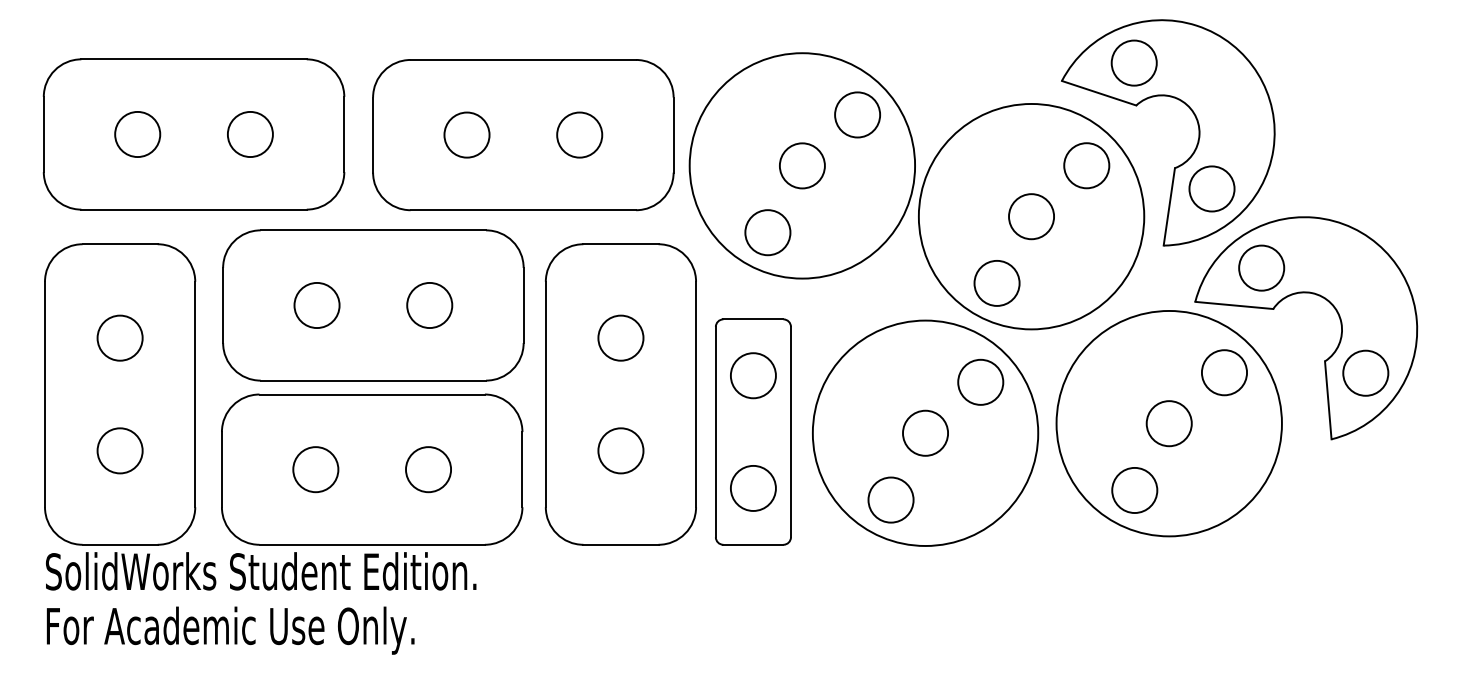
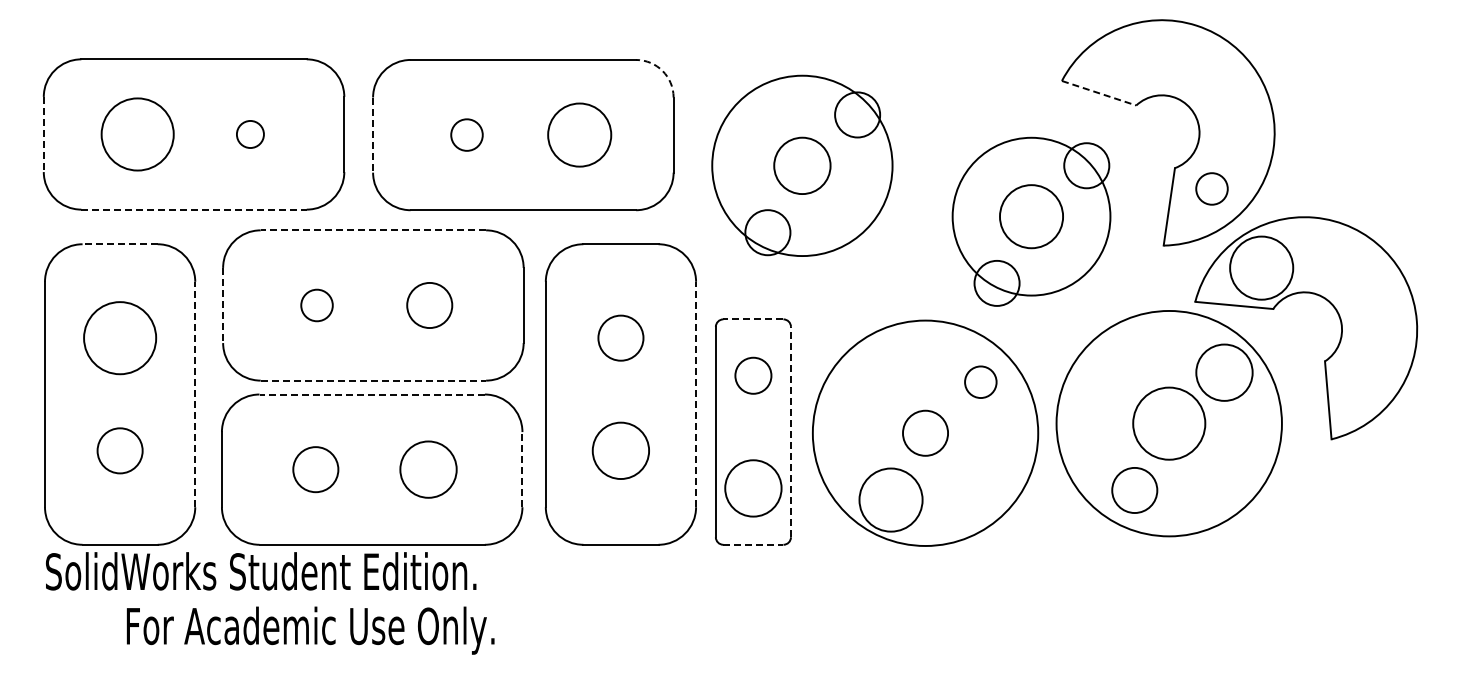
circle at (1133, 62): present -> none
arc at (662, 70): solid -> dashed
line at (1099, 93): solid -> dashed
line at (43, 134): solid -> dashed
circle at (137, 134) diameter: 45 px -> 72 px
circle at (250, 134) size: 47x47 px -> 29x29 px
circle at (466, 134) diameter: 45 px -> 32 px
circle at (579, 134) diameter: 45 px -> 63 px
line at (373, 135): solid -> dashed
circle at (801, 165) diameter: 45 px -> 56 px
circle at (802, 165) diameter: 225 px -> 180 px
circle at (1211, 188) diameter: 45 px -> 32 px
line at (194, 209): solid -> dashed
circle at (1031, 216) diameter: 225 px -> 158 px
circle at (1031, 216) diameter: 45 px -> 63 px
line at (373, 230): solid -> dashed
line at (120, 244): solid -> dashed
circle at (1261, 267) diameter: 45 px -> 63 px
line at (223, 305): solid -> dashed
circle at (316, 305) diameter: 45 px -> 32 px
line at (752, 319): solid -> dashed
circle at (119, 337) diameter: 45 px -> 72 px
circle at (1224, 372) diameter: 45 px -> 56 px
circle at (1365, 372): present -> none
circle at (753, 375) size: 47x48 px -> 39x39 px
line at (373, 380): solid -> dashed
circle at (980, 381) size: 48x48 px -> 34x34 px
line at (195, 394): solid -> dashed
line at (372, 394): solid -> dashed
line at (696, 394): solid -> dashed
circle at (1168, 423) diameter: 45 px -> 72 px
line at (790, 431): solid -> dashed
circle at (620, 450) size: 48x48 px -> 59x59 px
circle at (428, 469) diameter: 45 px -> 56 px
line at (522, 469): solid -> dashed
circle at (752, 487) diameter: 45 px -> 56 px
circle at (890, 499) diameter: 45 px -> 63 px
line at (753, 544): solid -> dashed
text at (230, 630) position: (230, 630) -> (310, 630)
